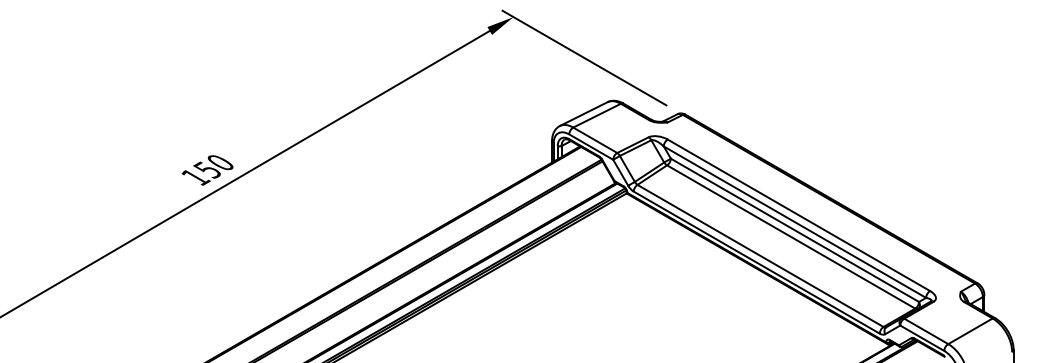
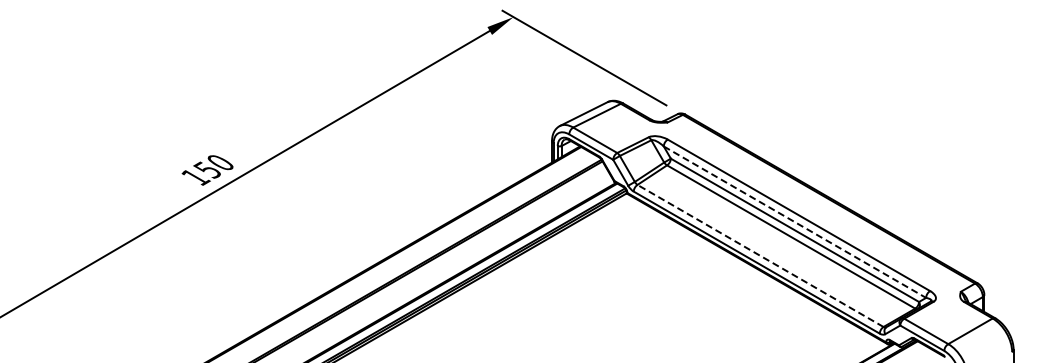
line at (795, 222): solid -> dashed
line at (760, 255): solid -> dashed
